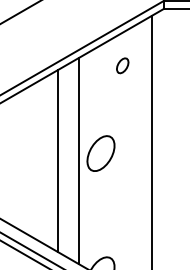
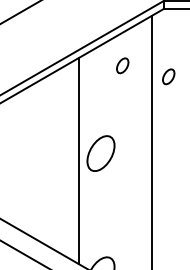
part at (168, 76): none -> present
line at (57, 160): present -> none
line at (30, 249): present -> none
